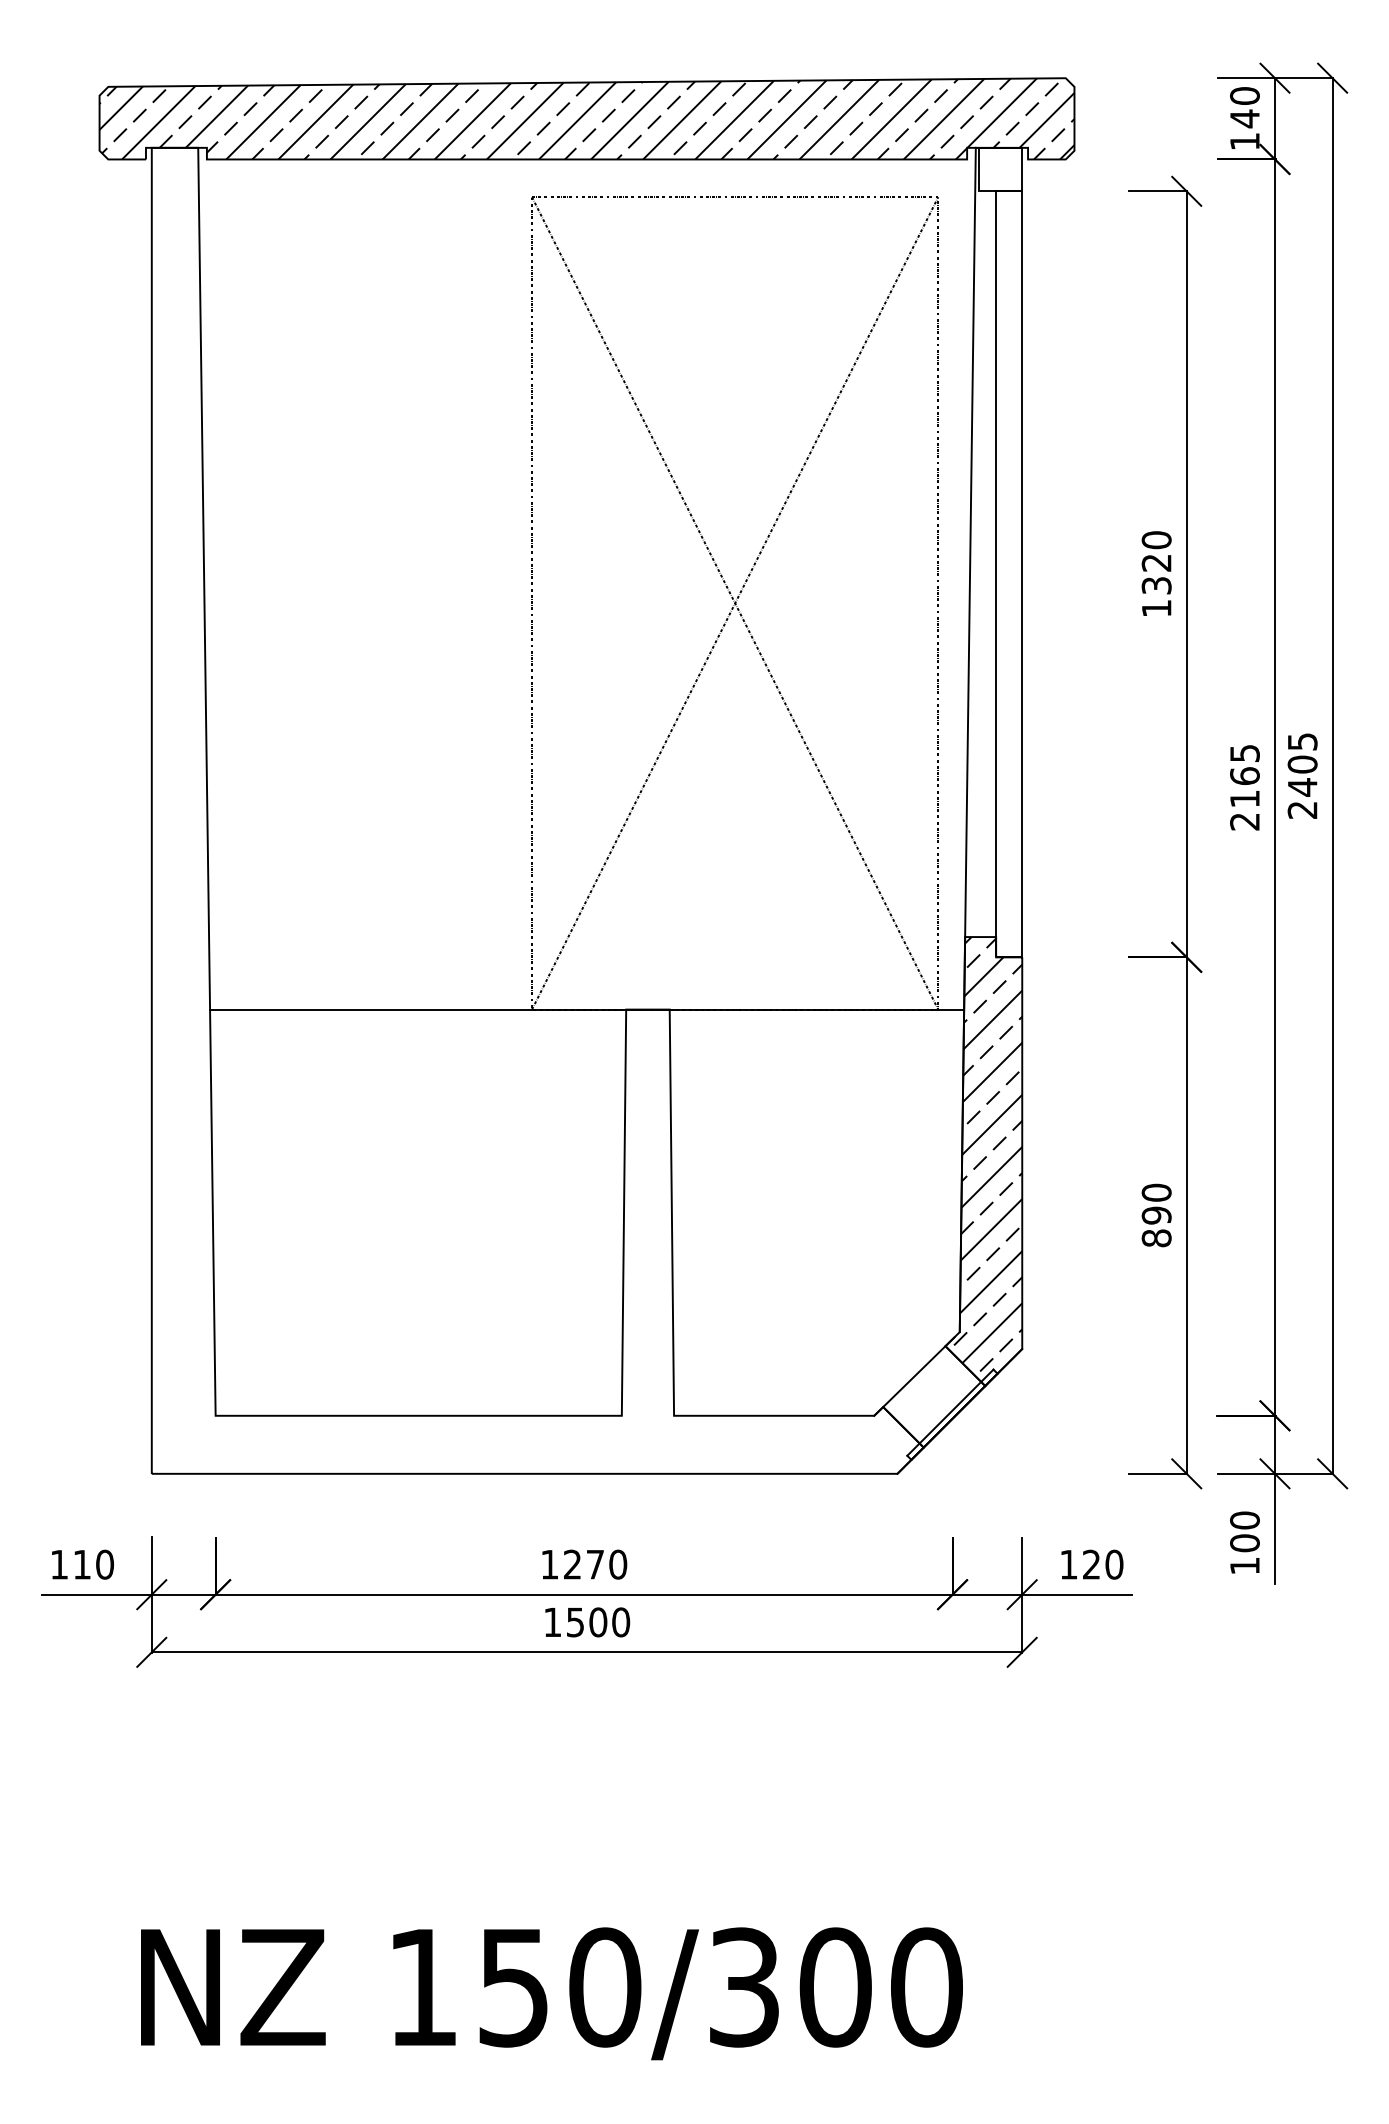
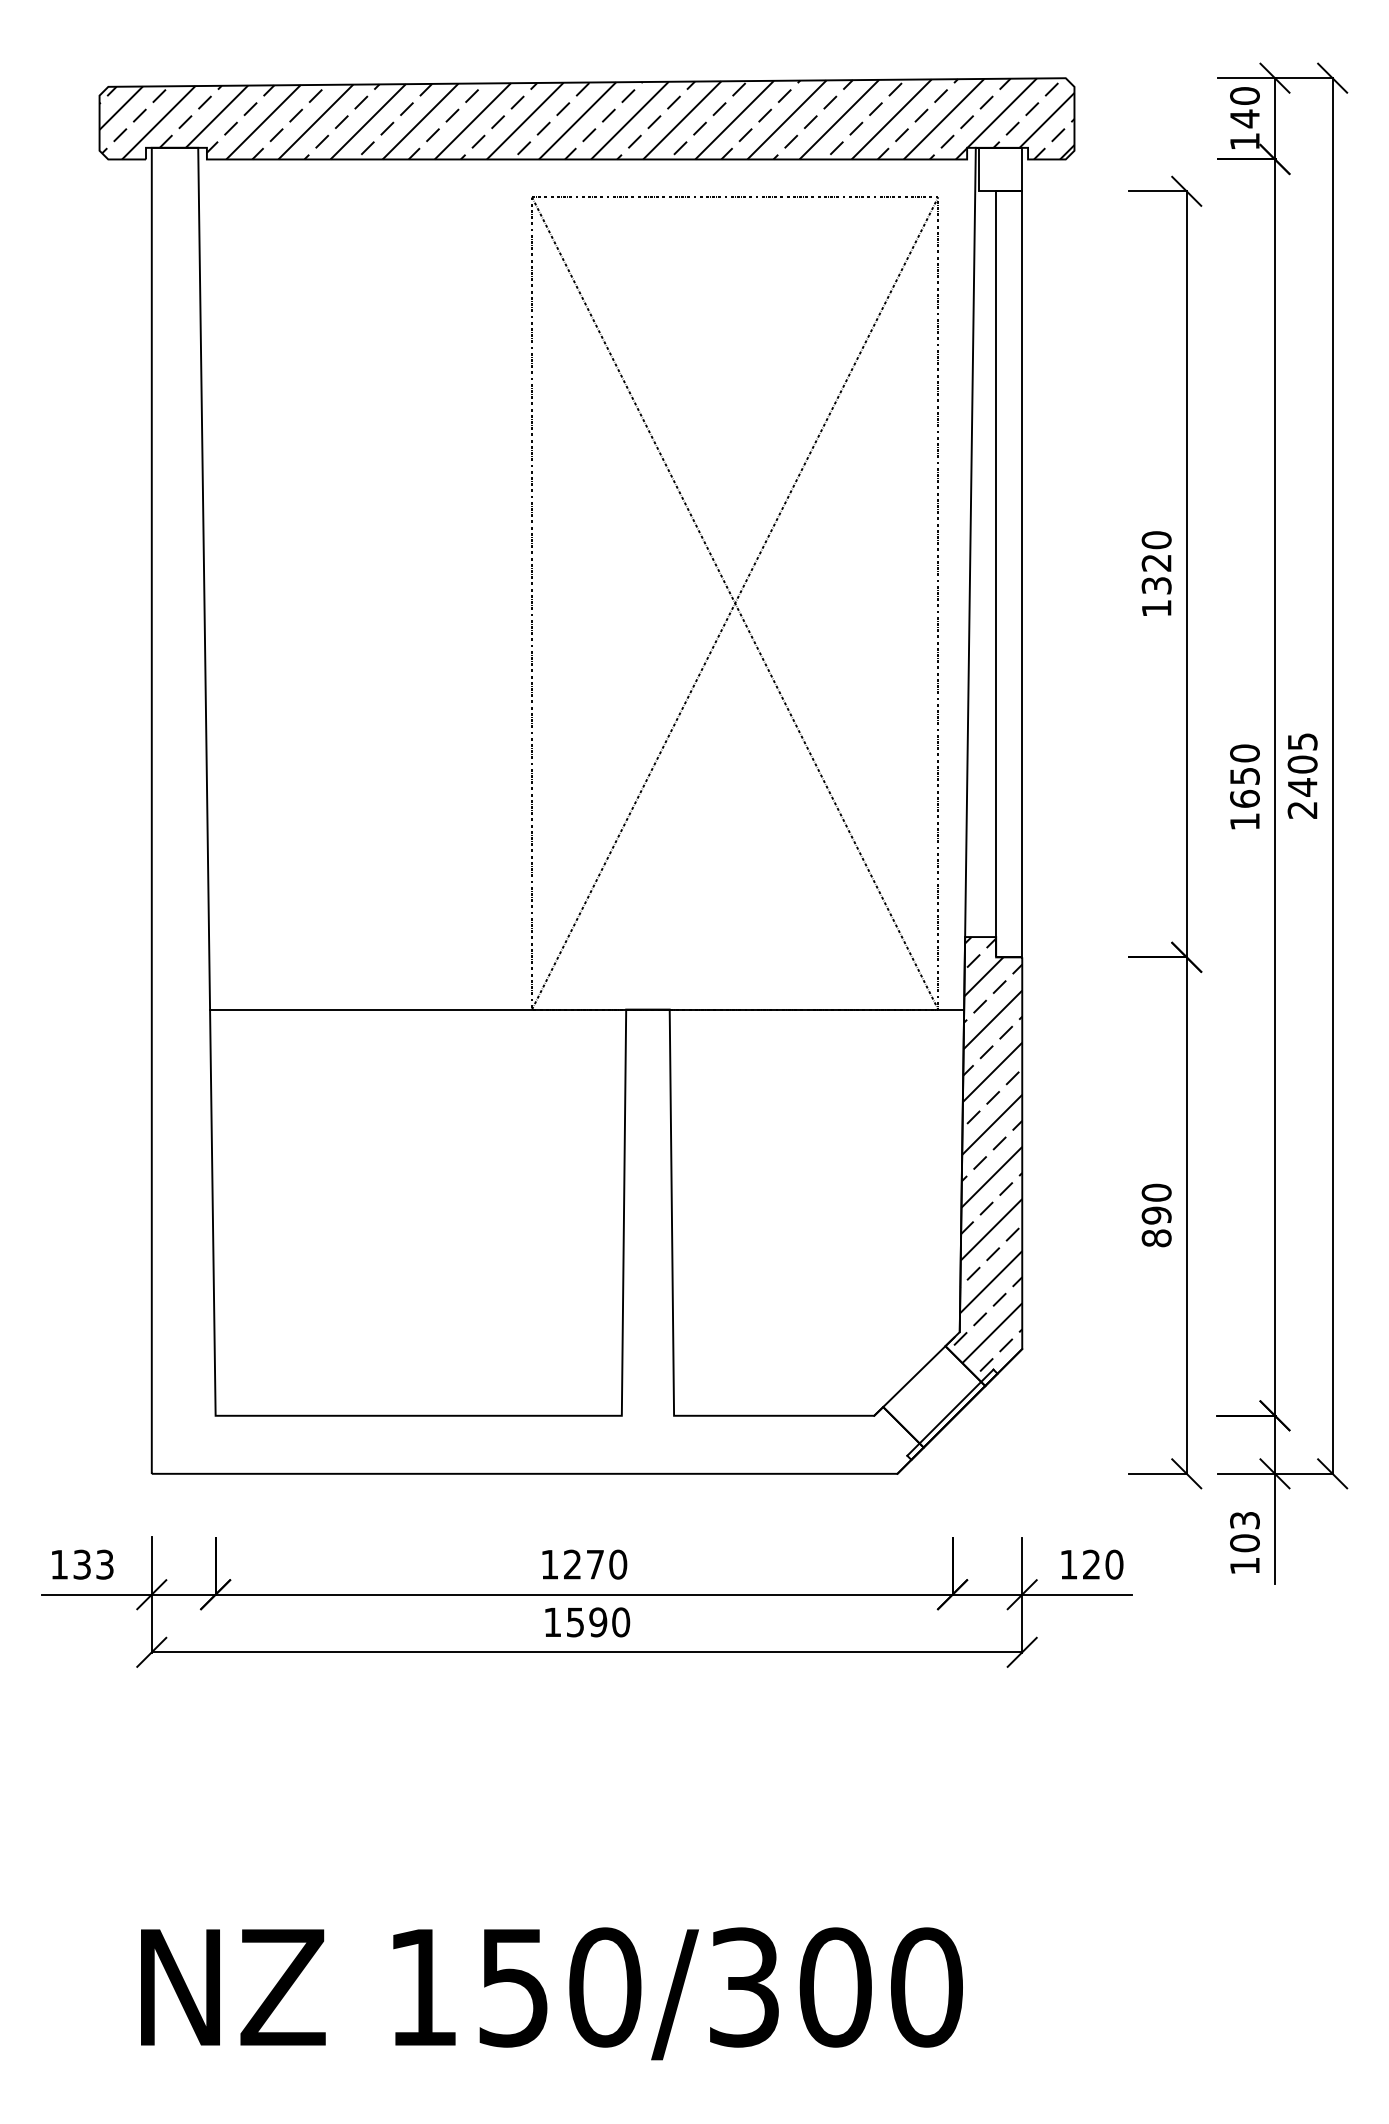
text at (1244, 787): 2165 -> 1650
text at (1244, 1520): 100 -> 103
text at (93, 1564): 110 -> 133
text at (598, 1622): 1500 -> 1590
